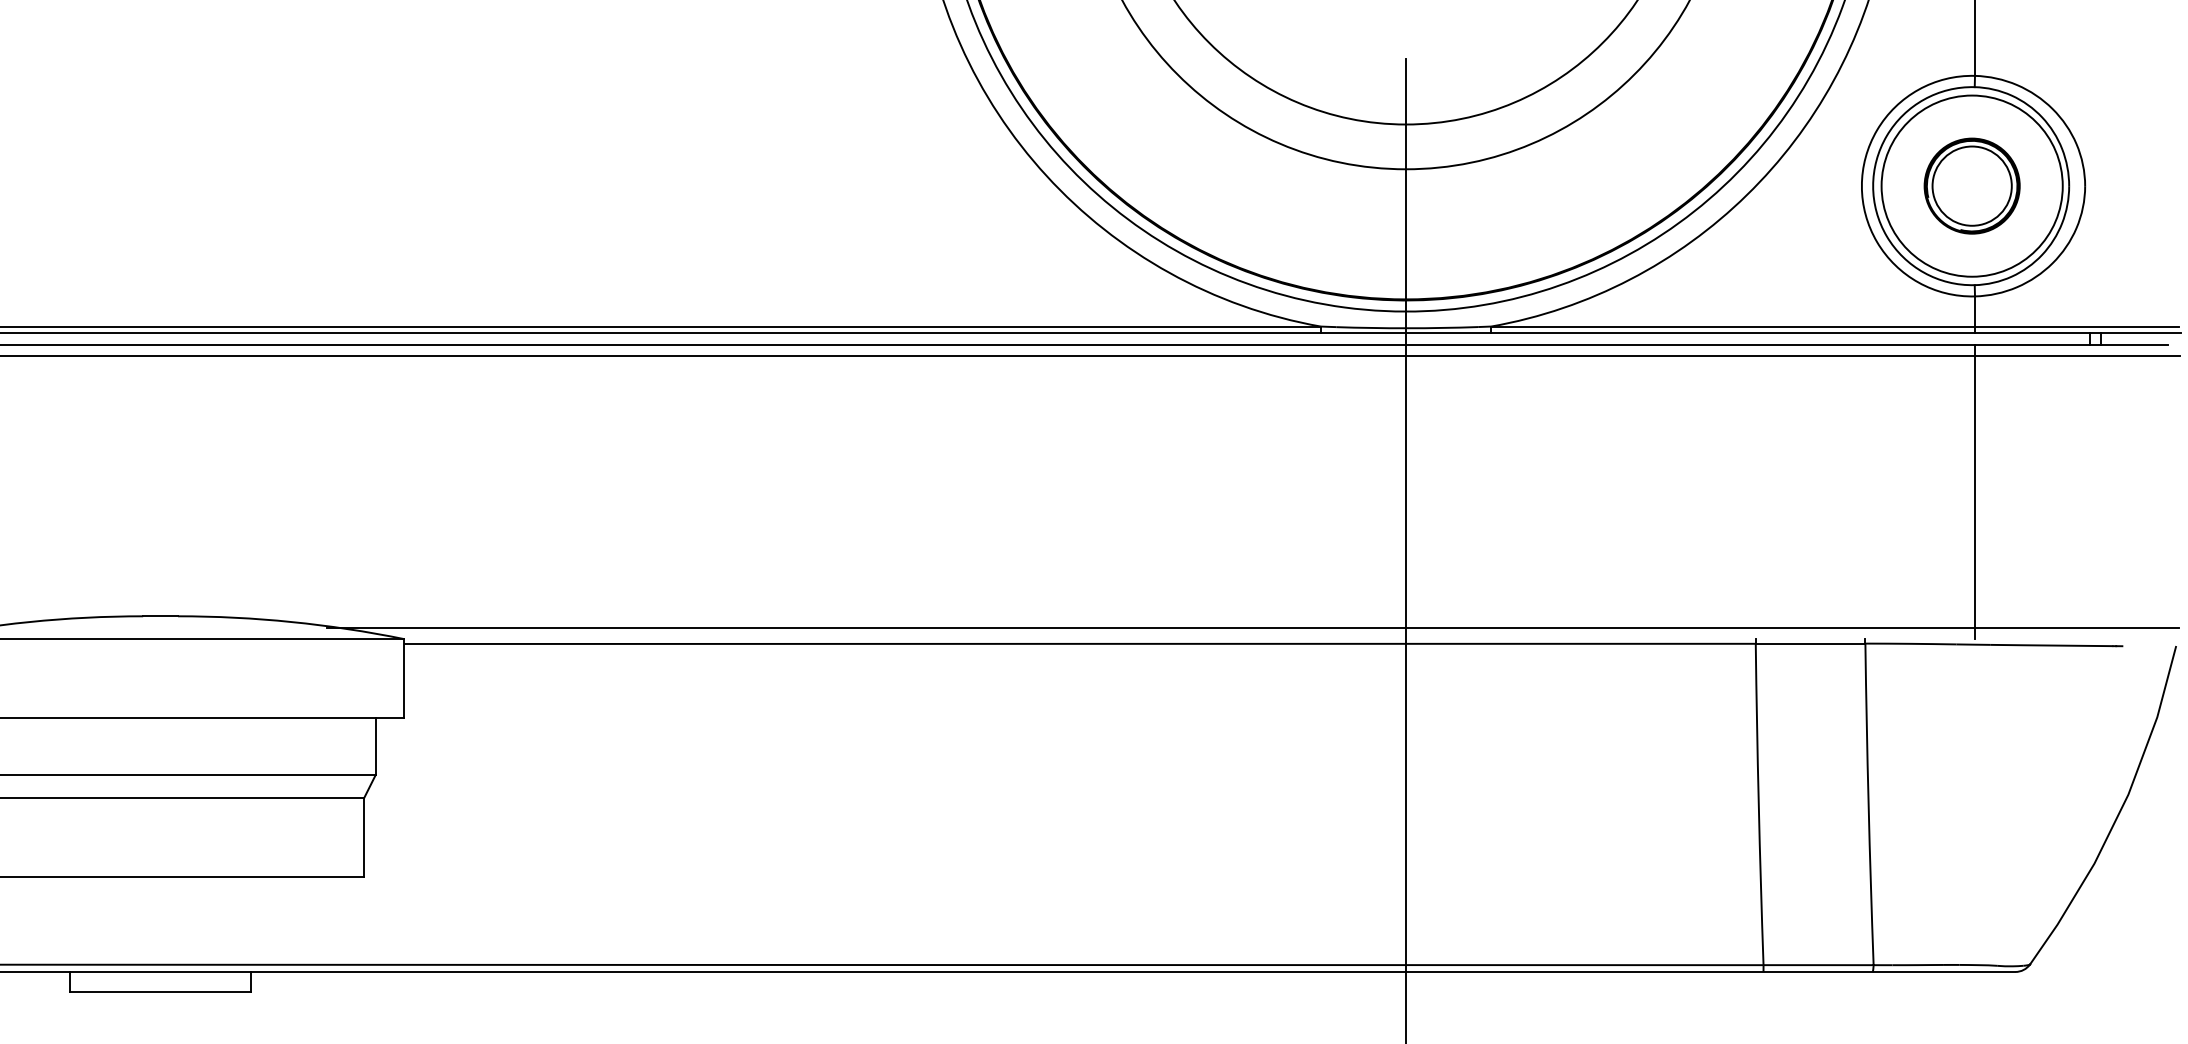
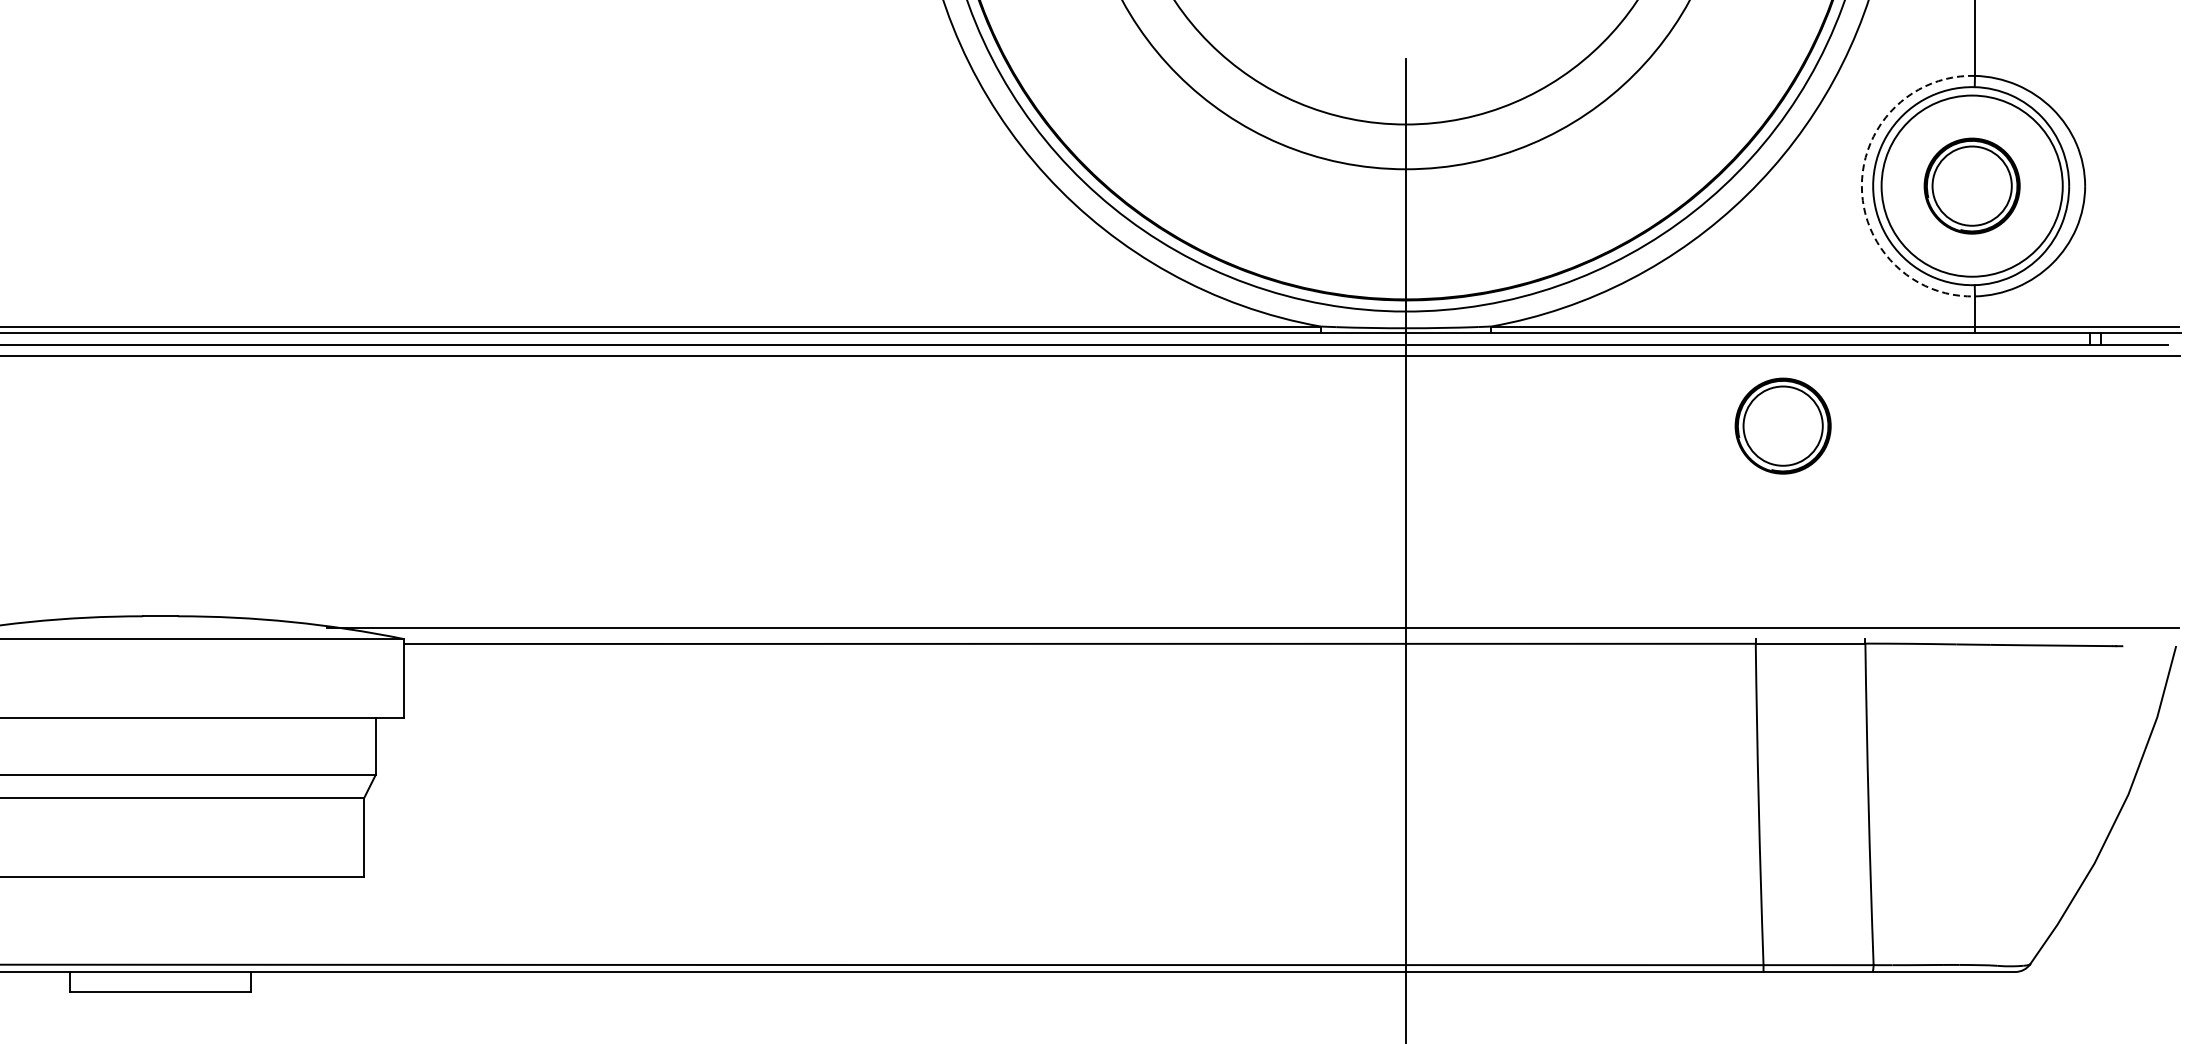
arc at (1861, 186): solid -> dashed
part at (1782, 425): none -> present
line at (1975, 491): present -> none
